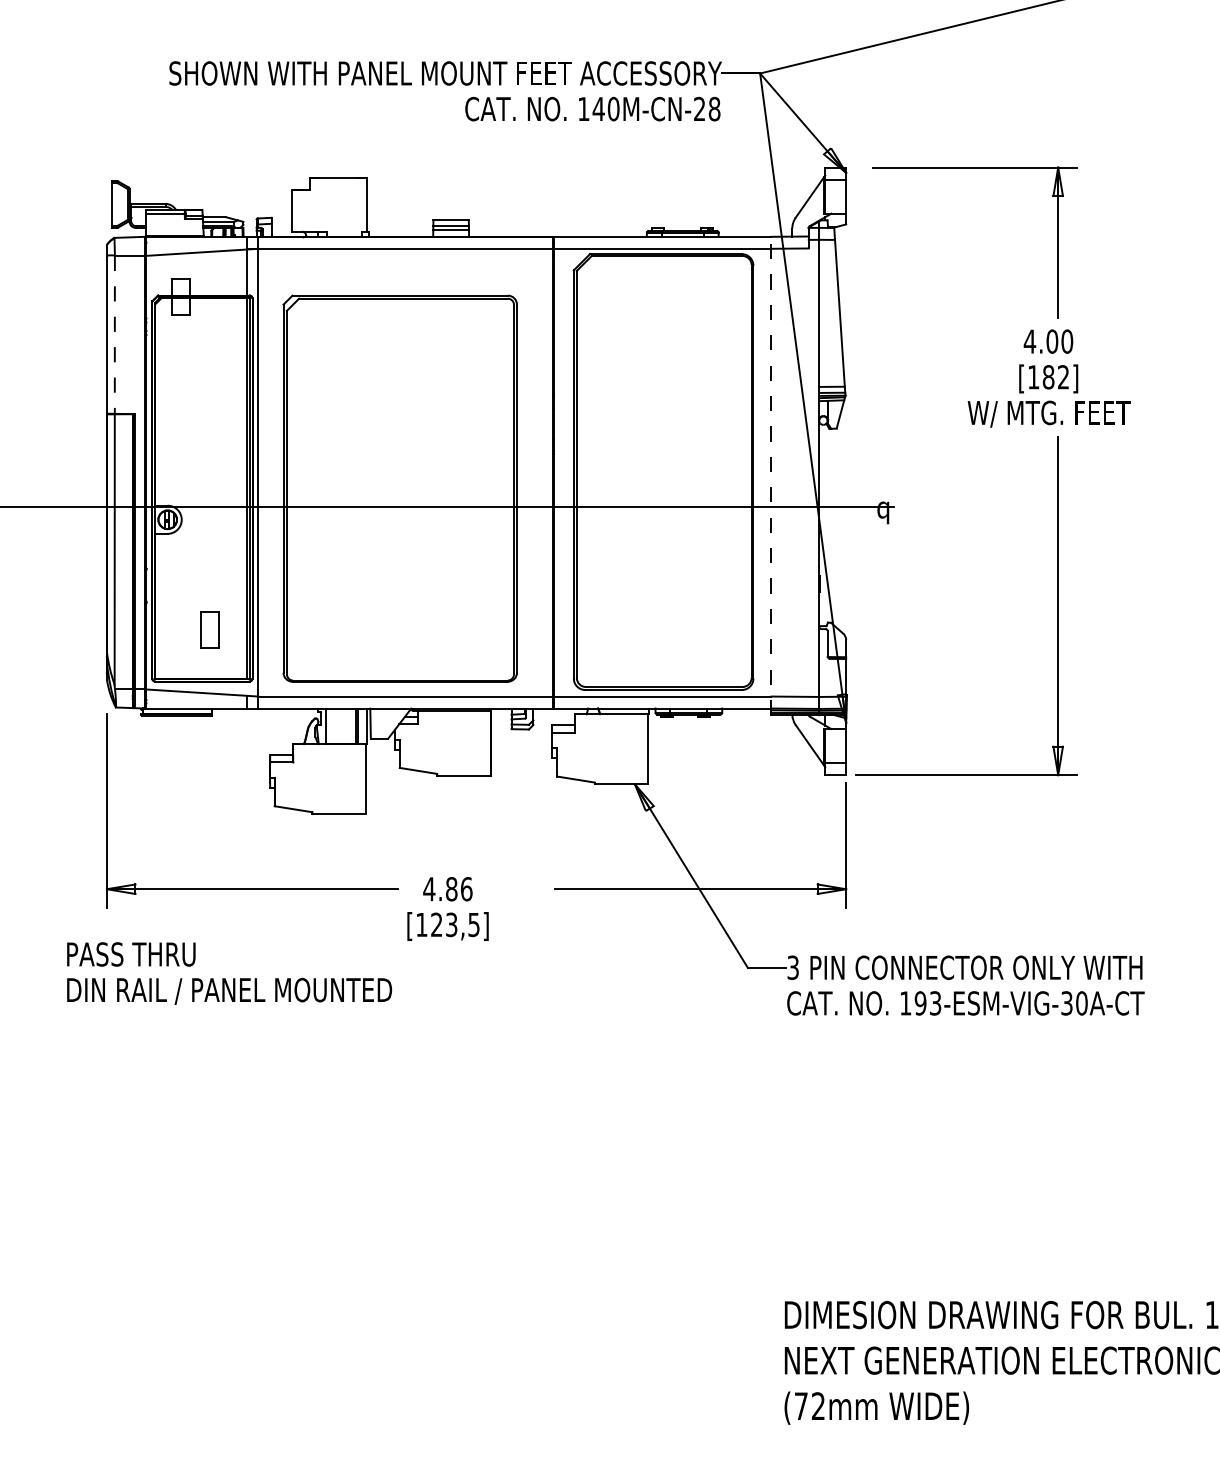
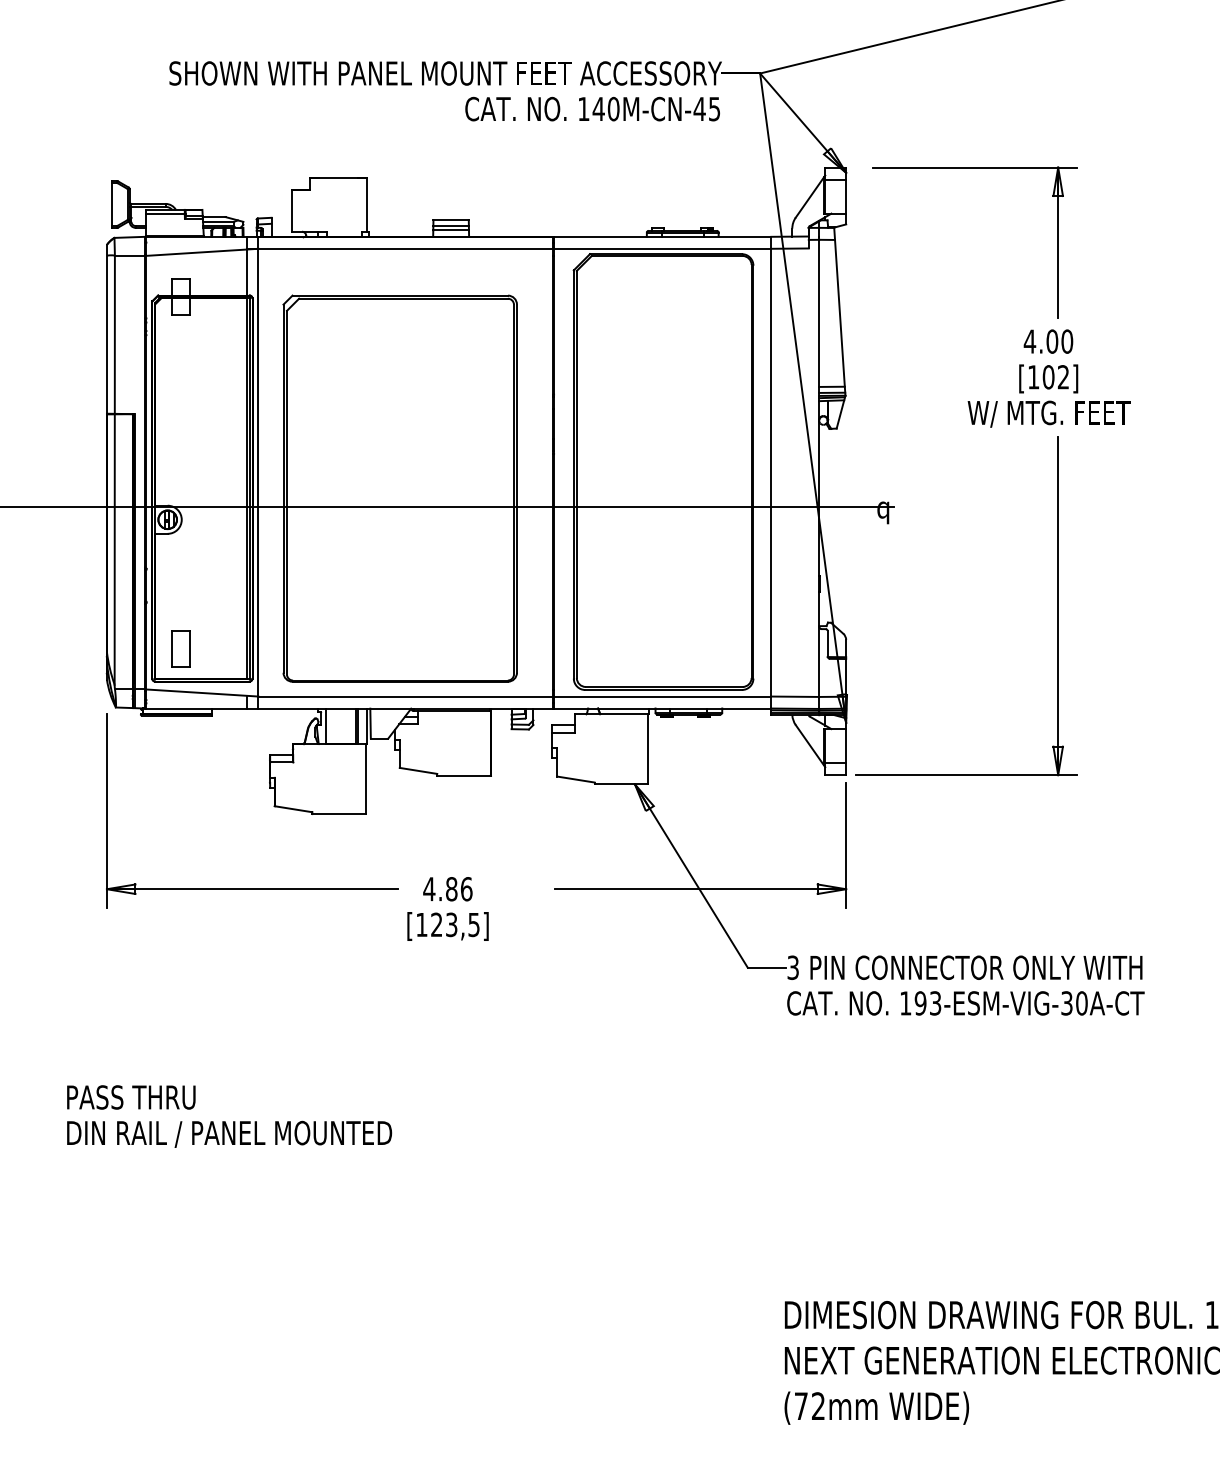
text at (706, 108): 140M-CN-28 -> 140M-CN-45
line at (114, 334): dashed -> solid
text at (1048, 377): [182] -> [102]
line at (771, 475): dashed -> solid
part at (209, 629) position: (209, 629) -> (180, 648)
text at (229, 973) position: (229, 973) -> (229, 1116)
